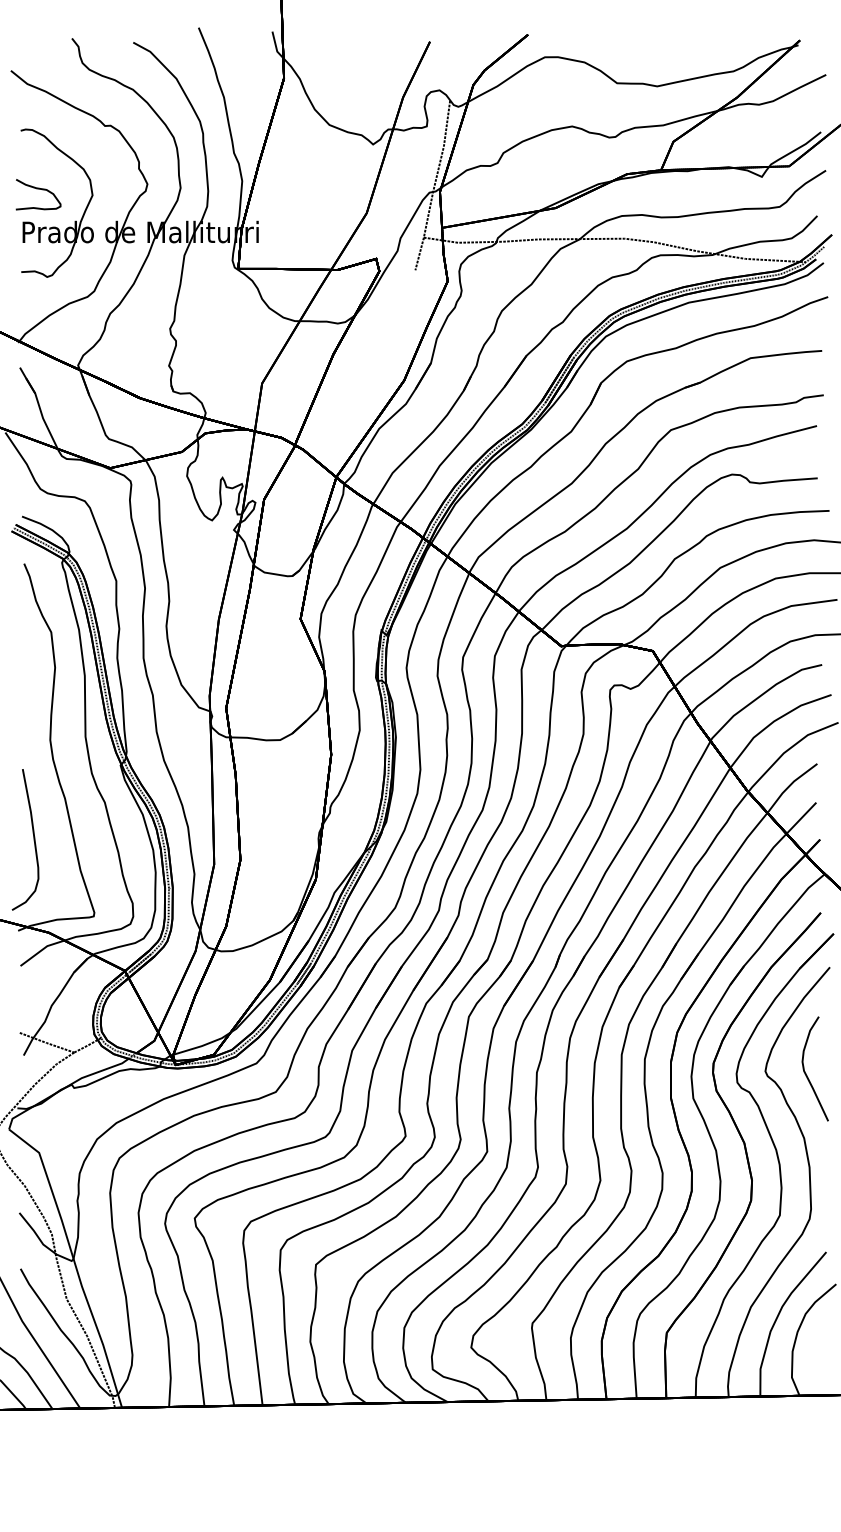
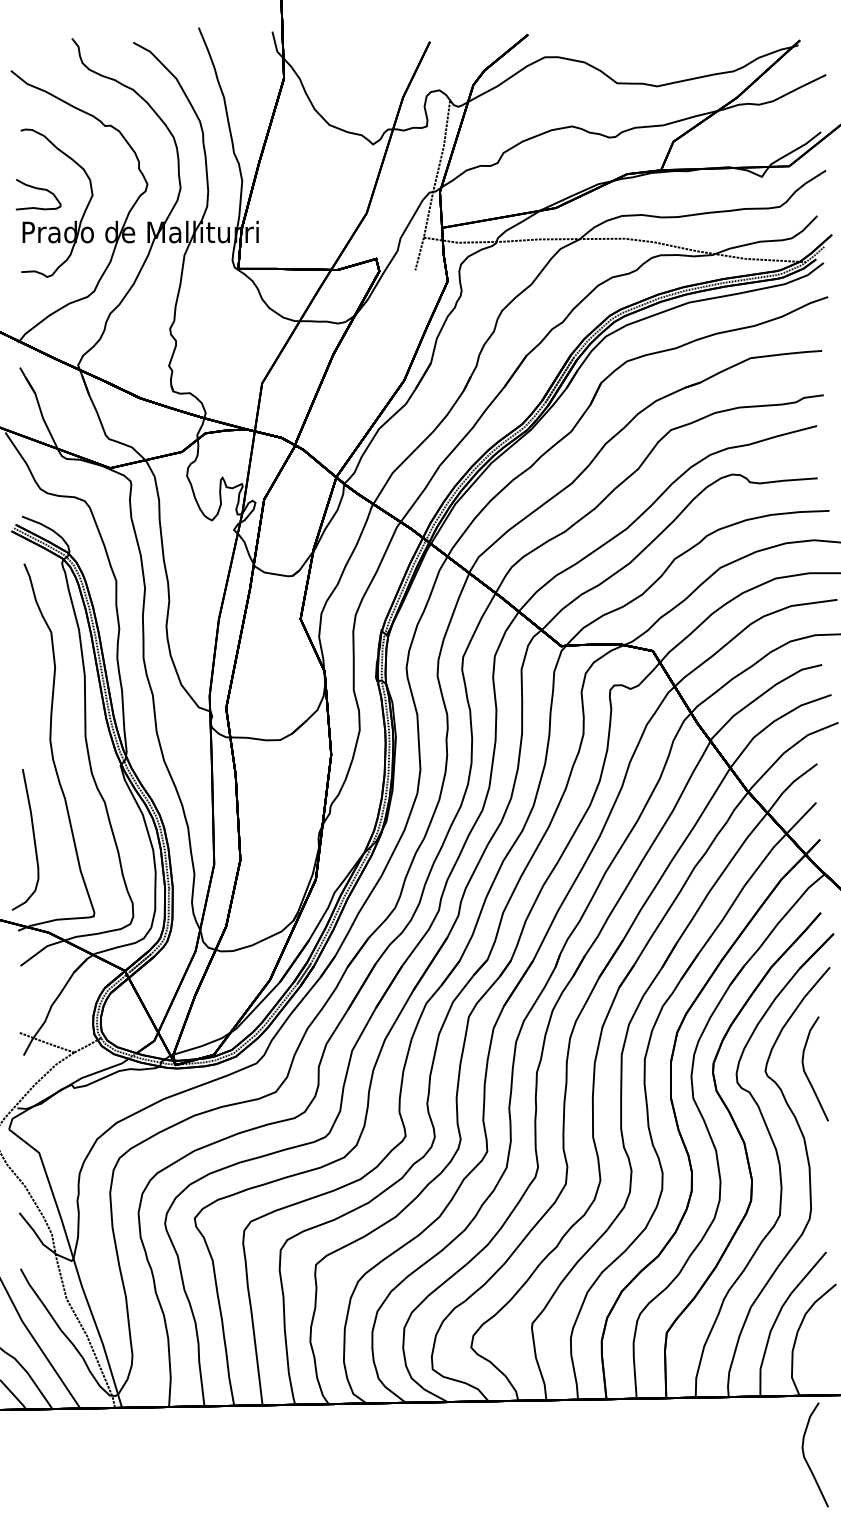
curve at (806, 1459): none -> present
